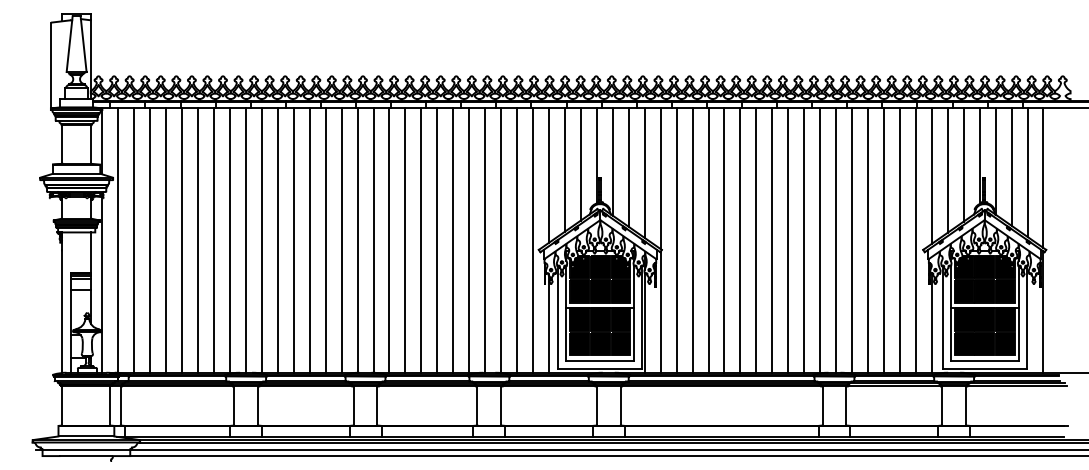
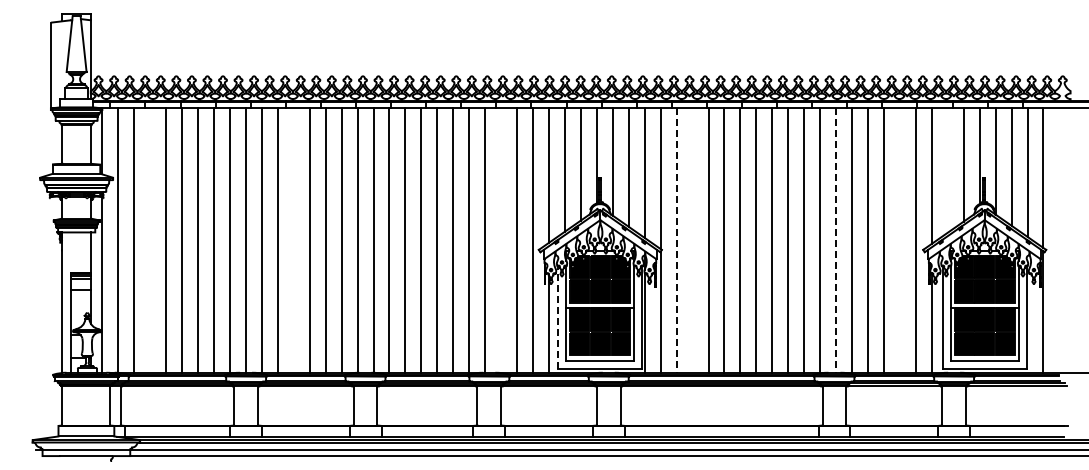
line at (947, 170): present -> none
line at (150, 240): present -> none
line at (293, 240): present -> none
line at (501, 240): present -> none
line at (692, 240): present -> none
line at (899, 240): present -> none
line at (676, 241): solid -> dashed
line at (836, 241): solid -> dashed
line at (558, 317): solid -> dashed
